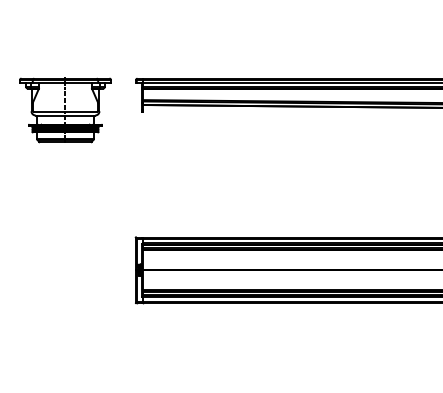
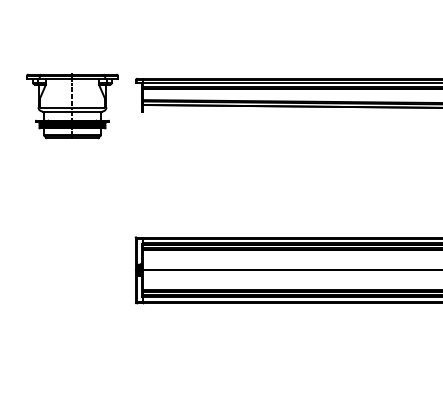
part at (65, 110) position: (65, 110) -> (72, 106)
